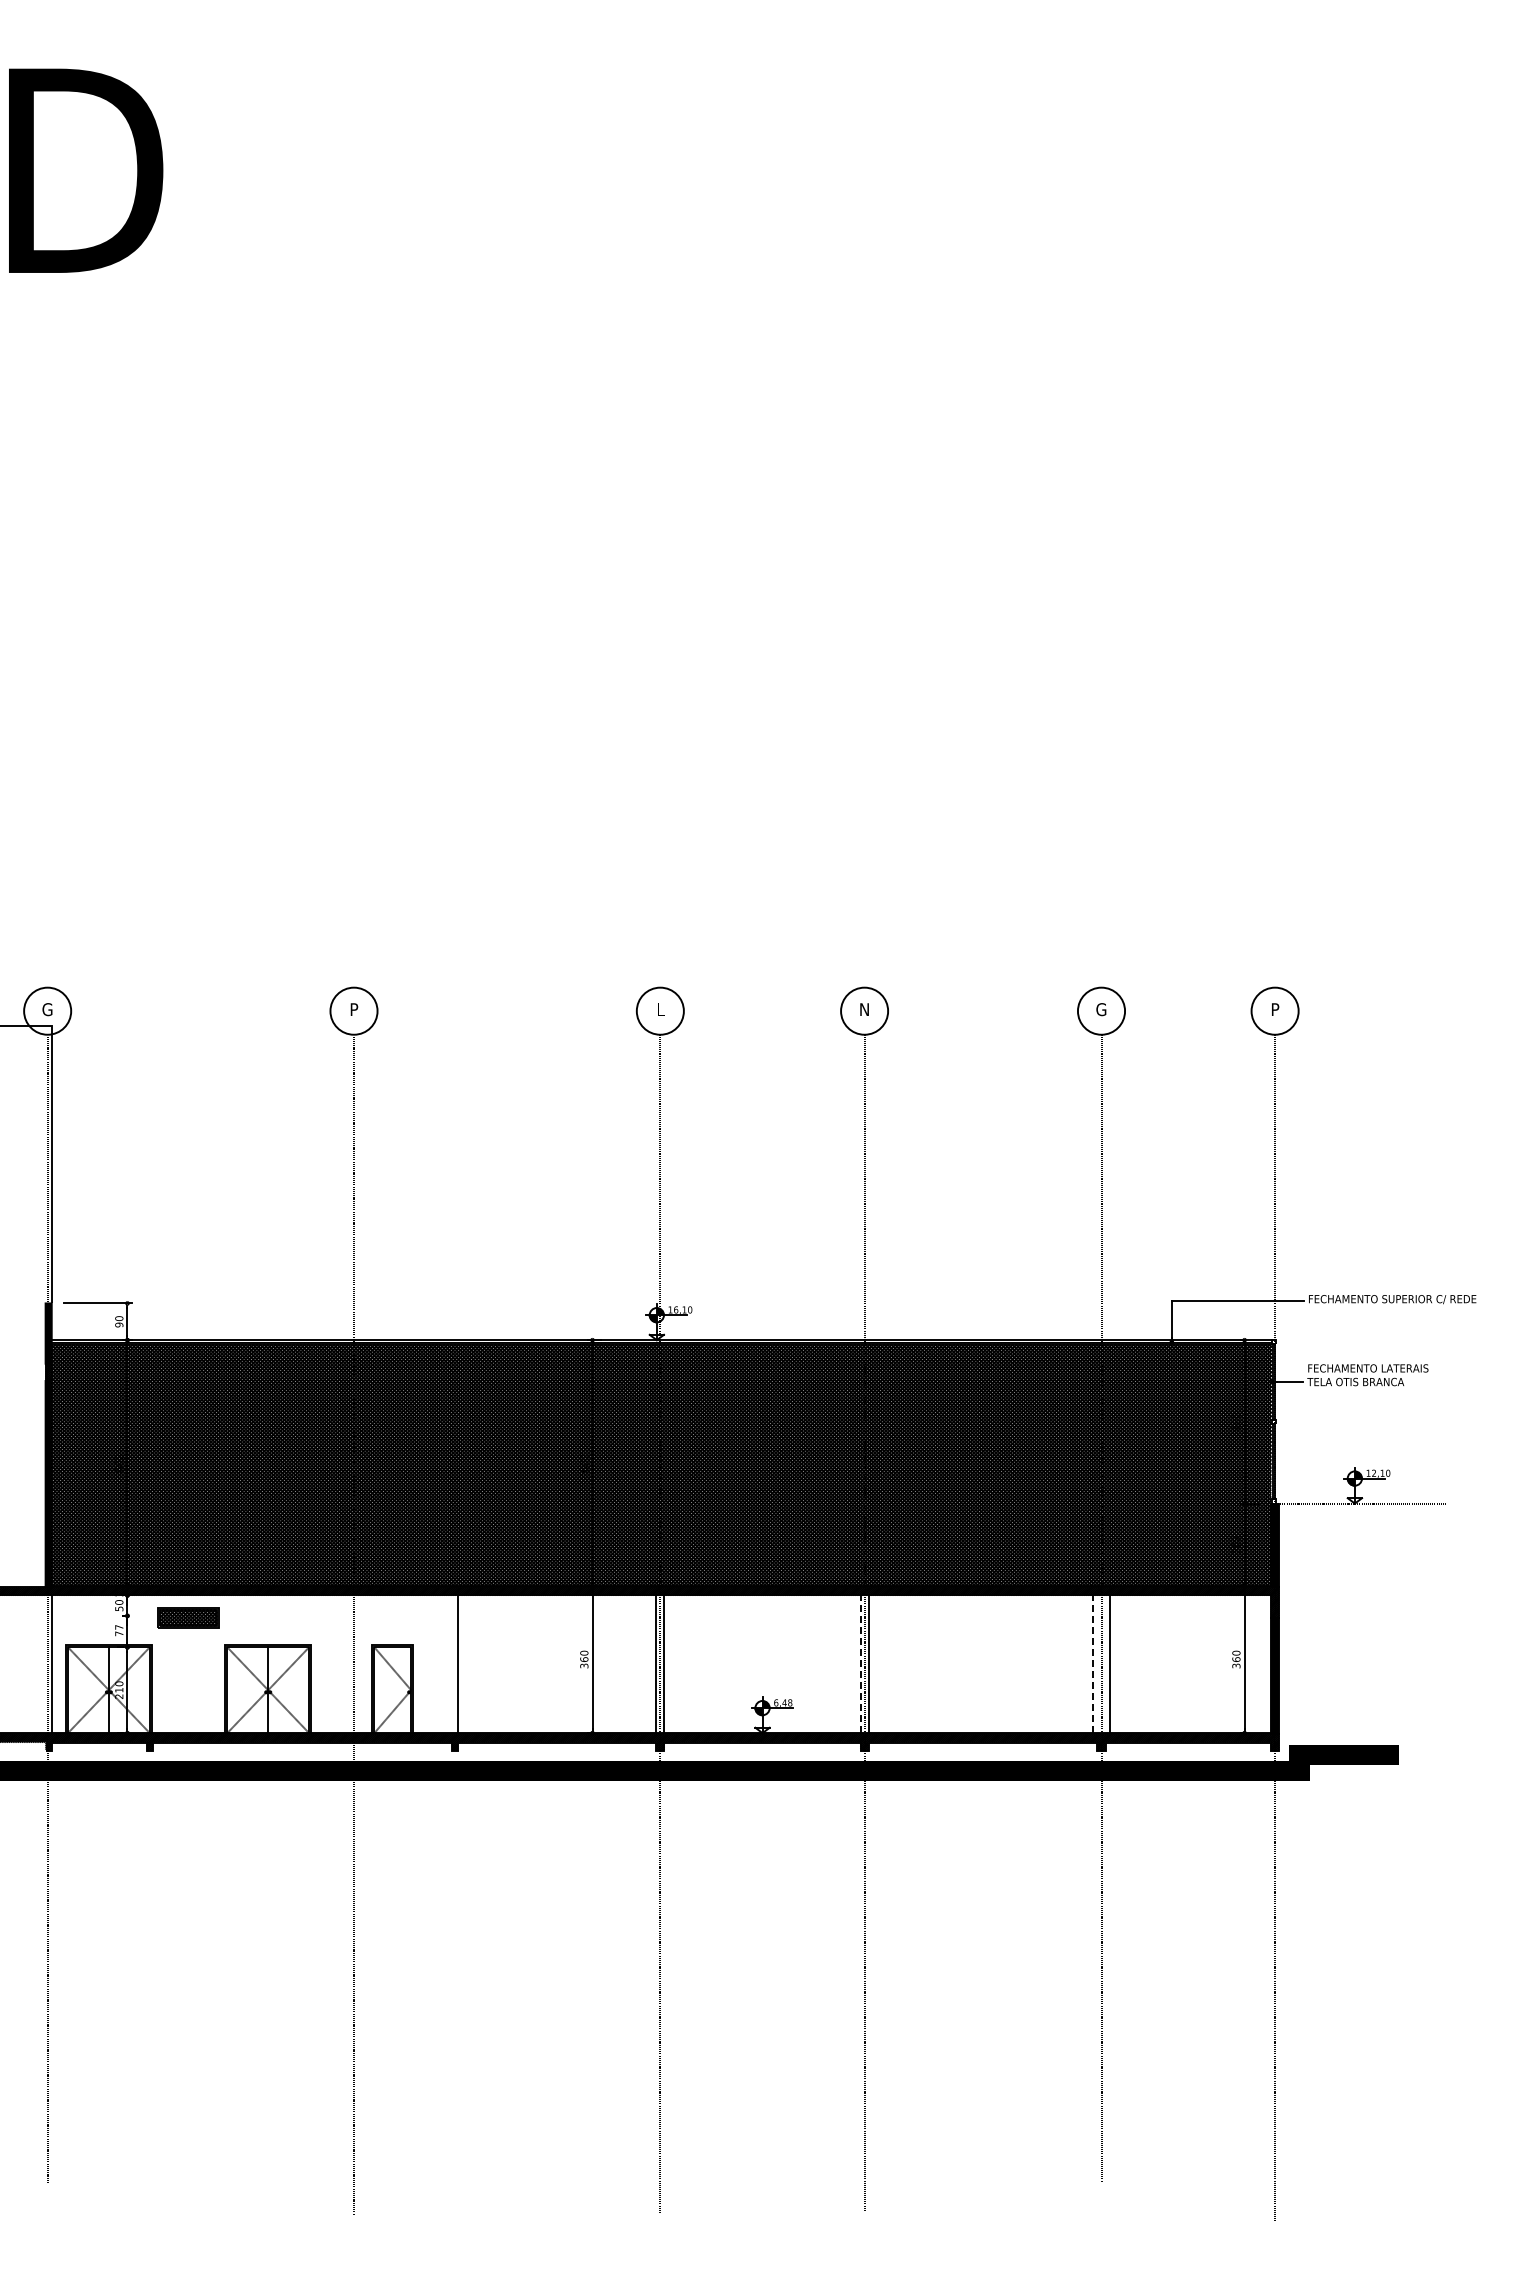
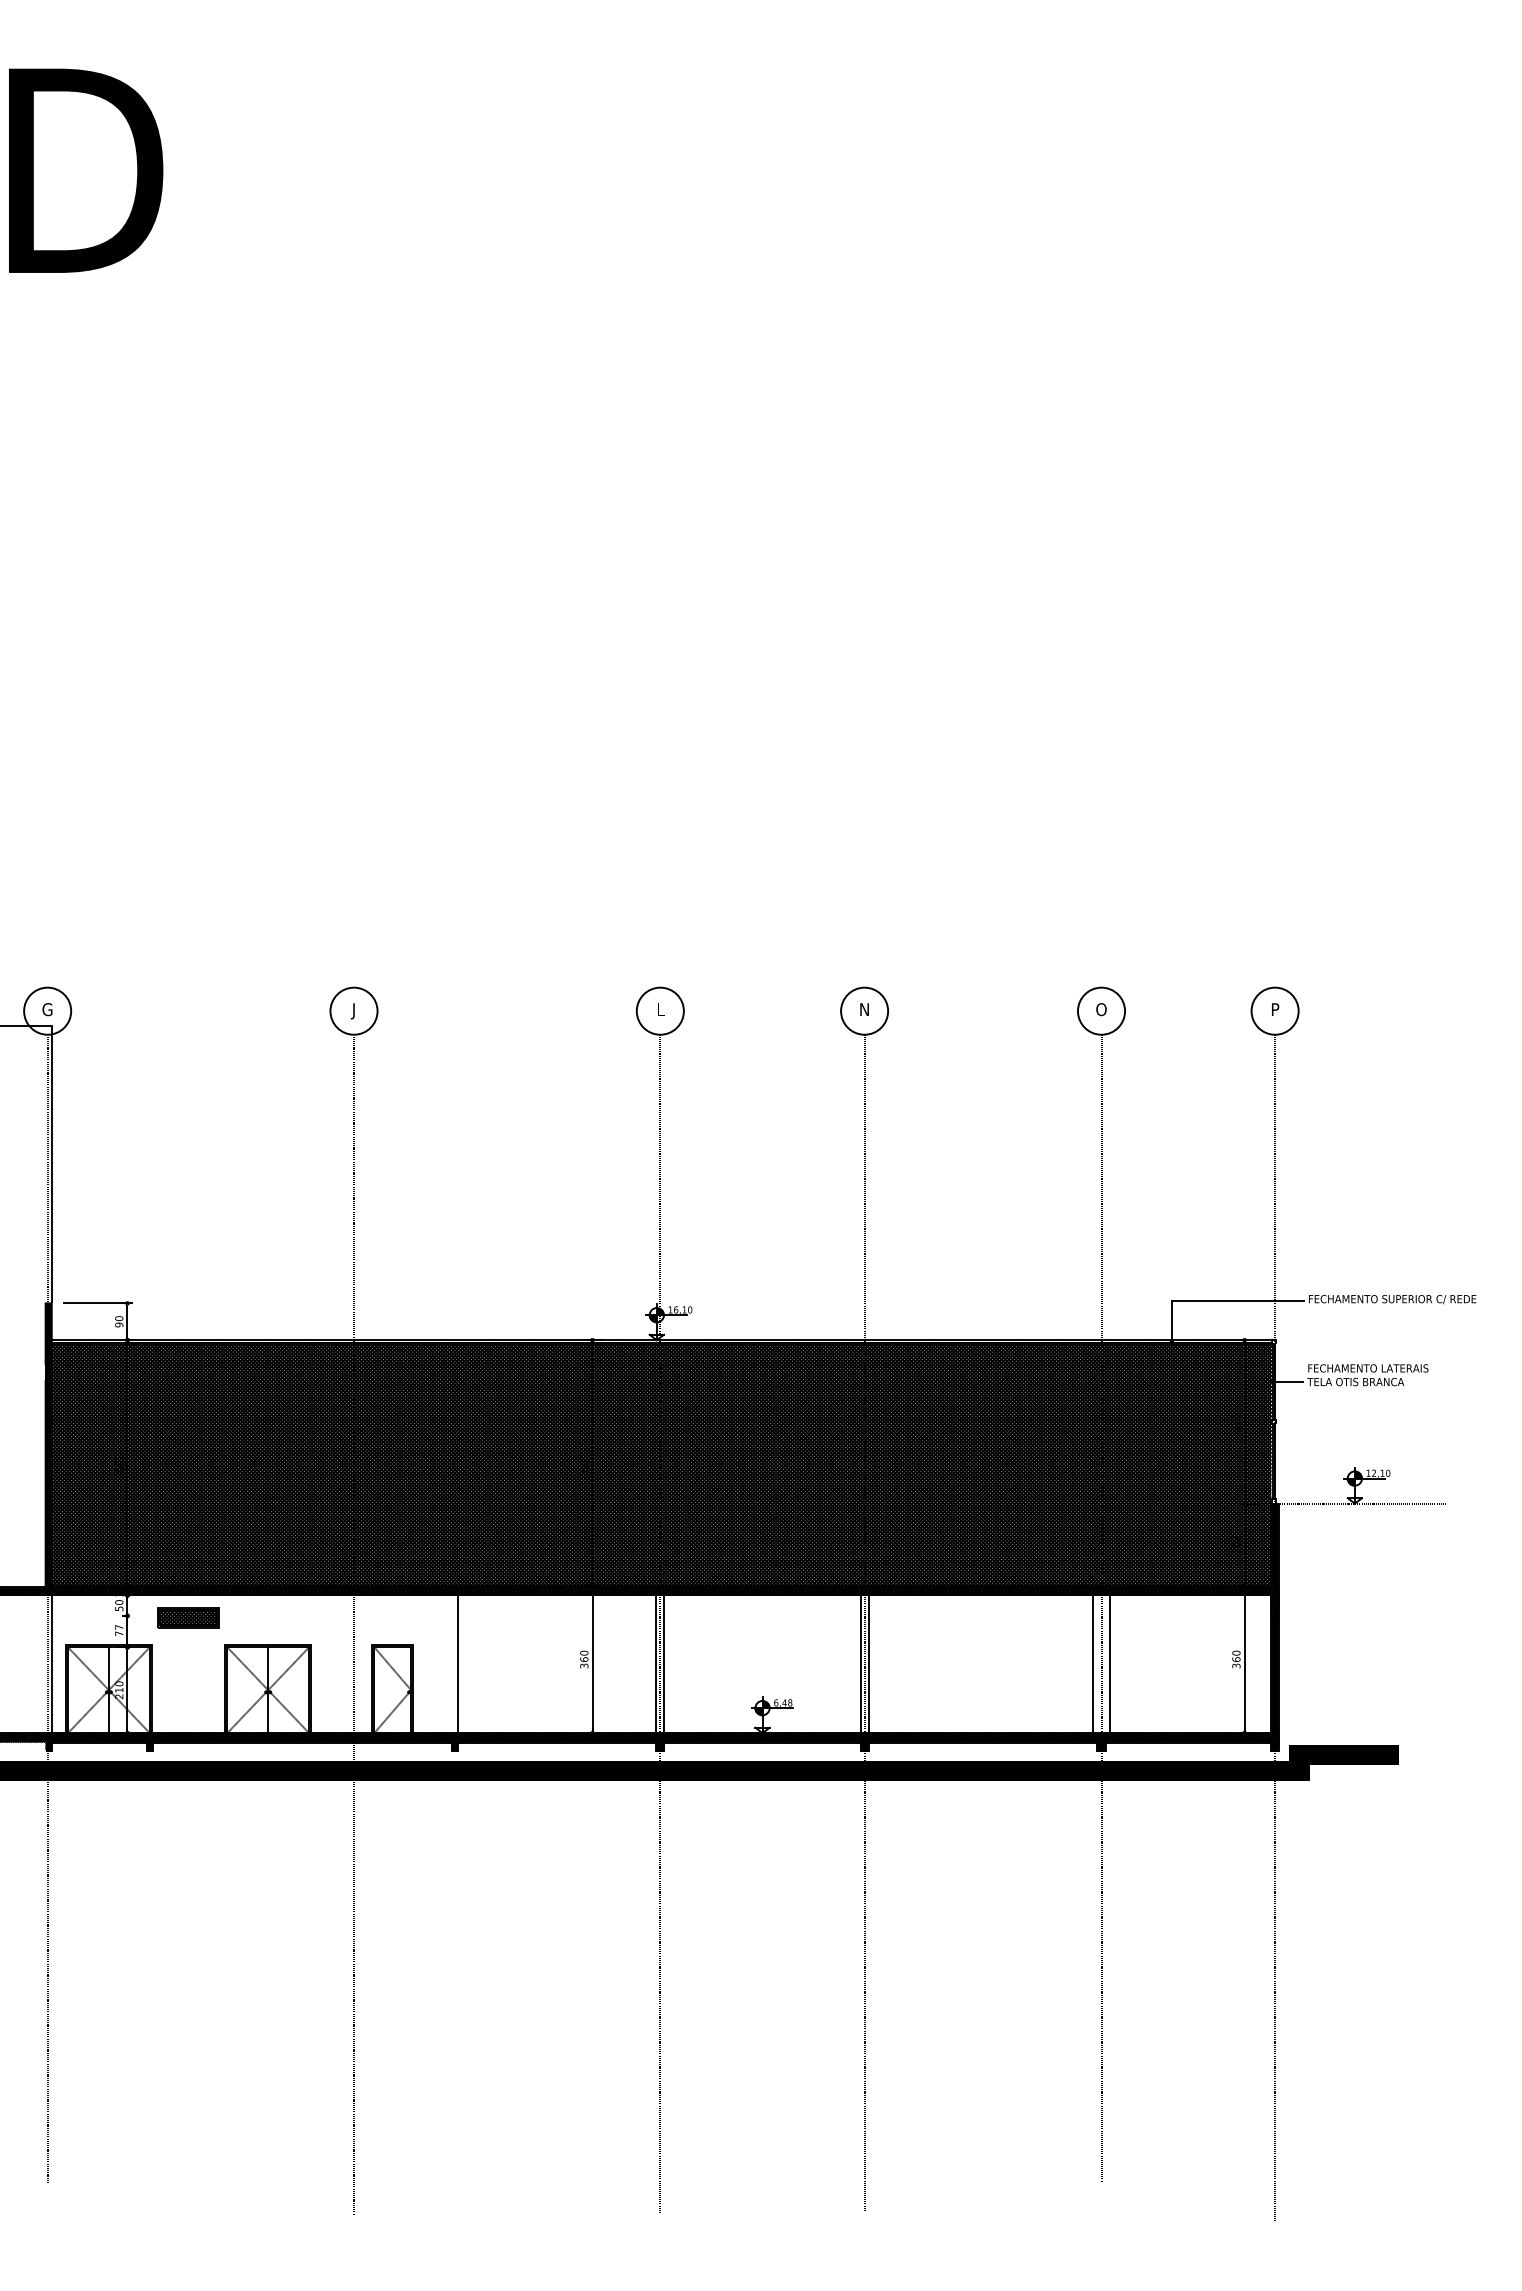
text at (1101, 1009): G -> O
text at (354, 1011): P -> J
line at (860, 1664): dashed -> solid
line at (1093, 1664): dashed -> solid
